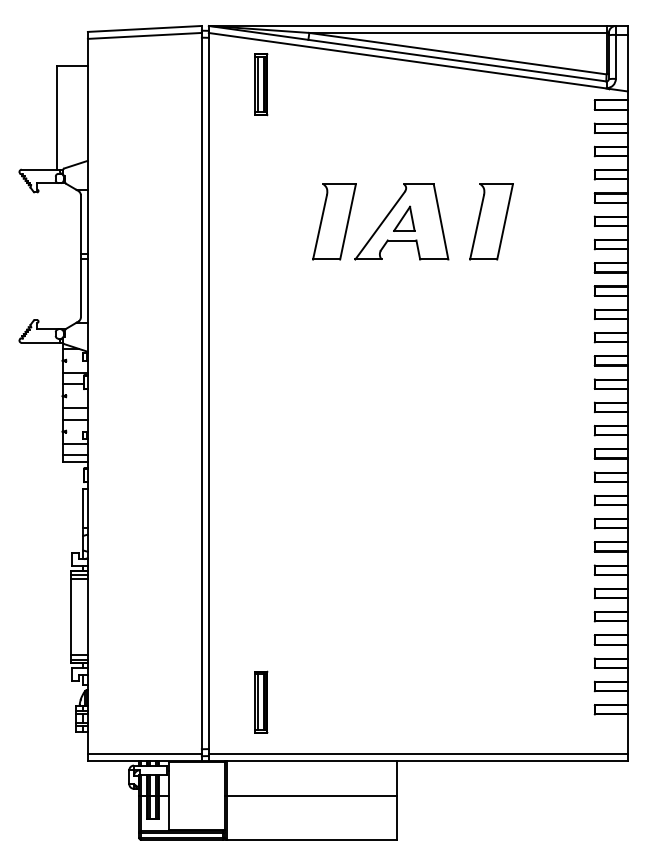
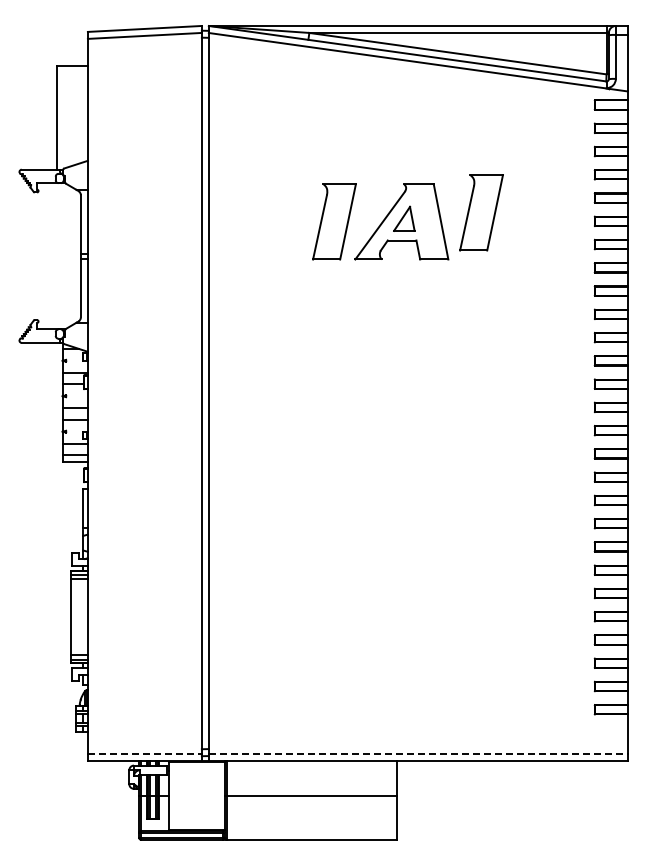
part at (261, 84): present -> none
part at (491, 221) position: (491, 221) -> (481, 212)
part at (261, 701): present -> none
line at (144, 753): solid -> dashed
line at (418, 753): solid -> dashed
